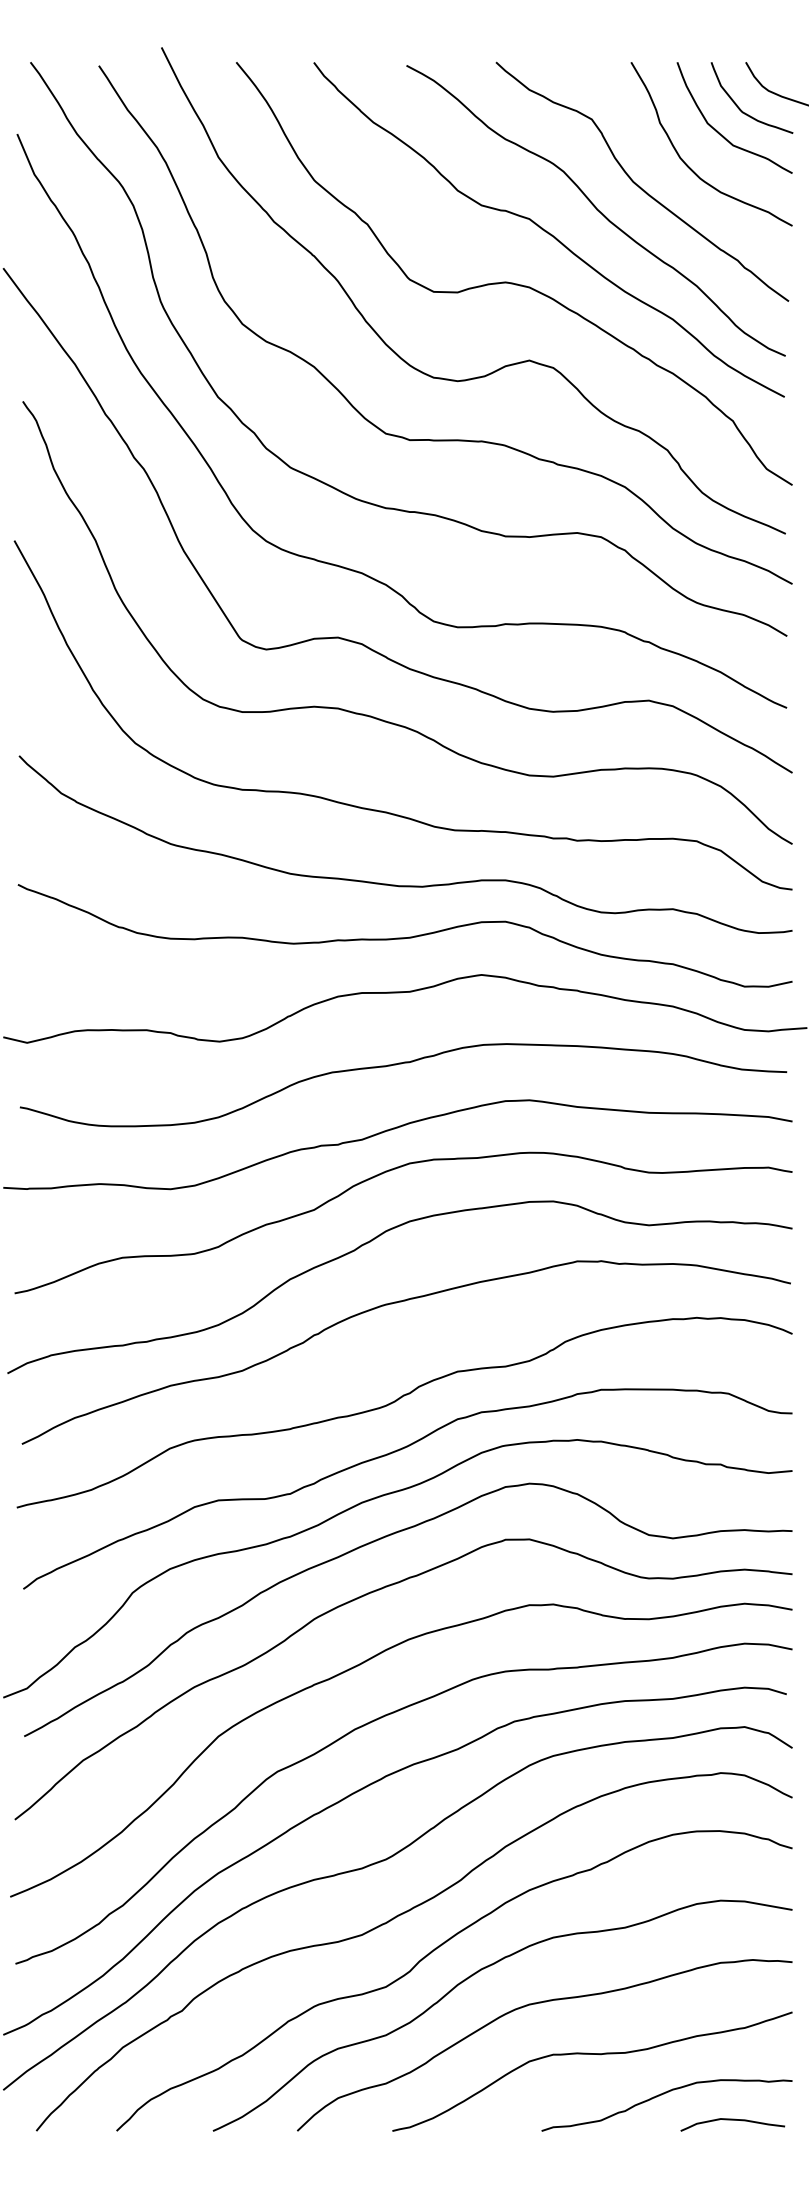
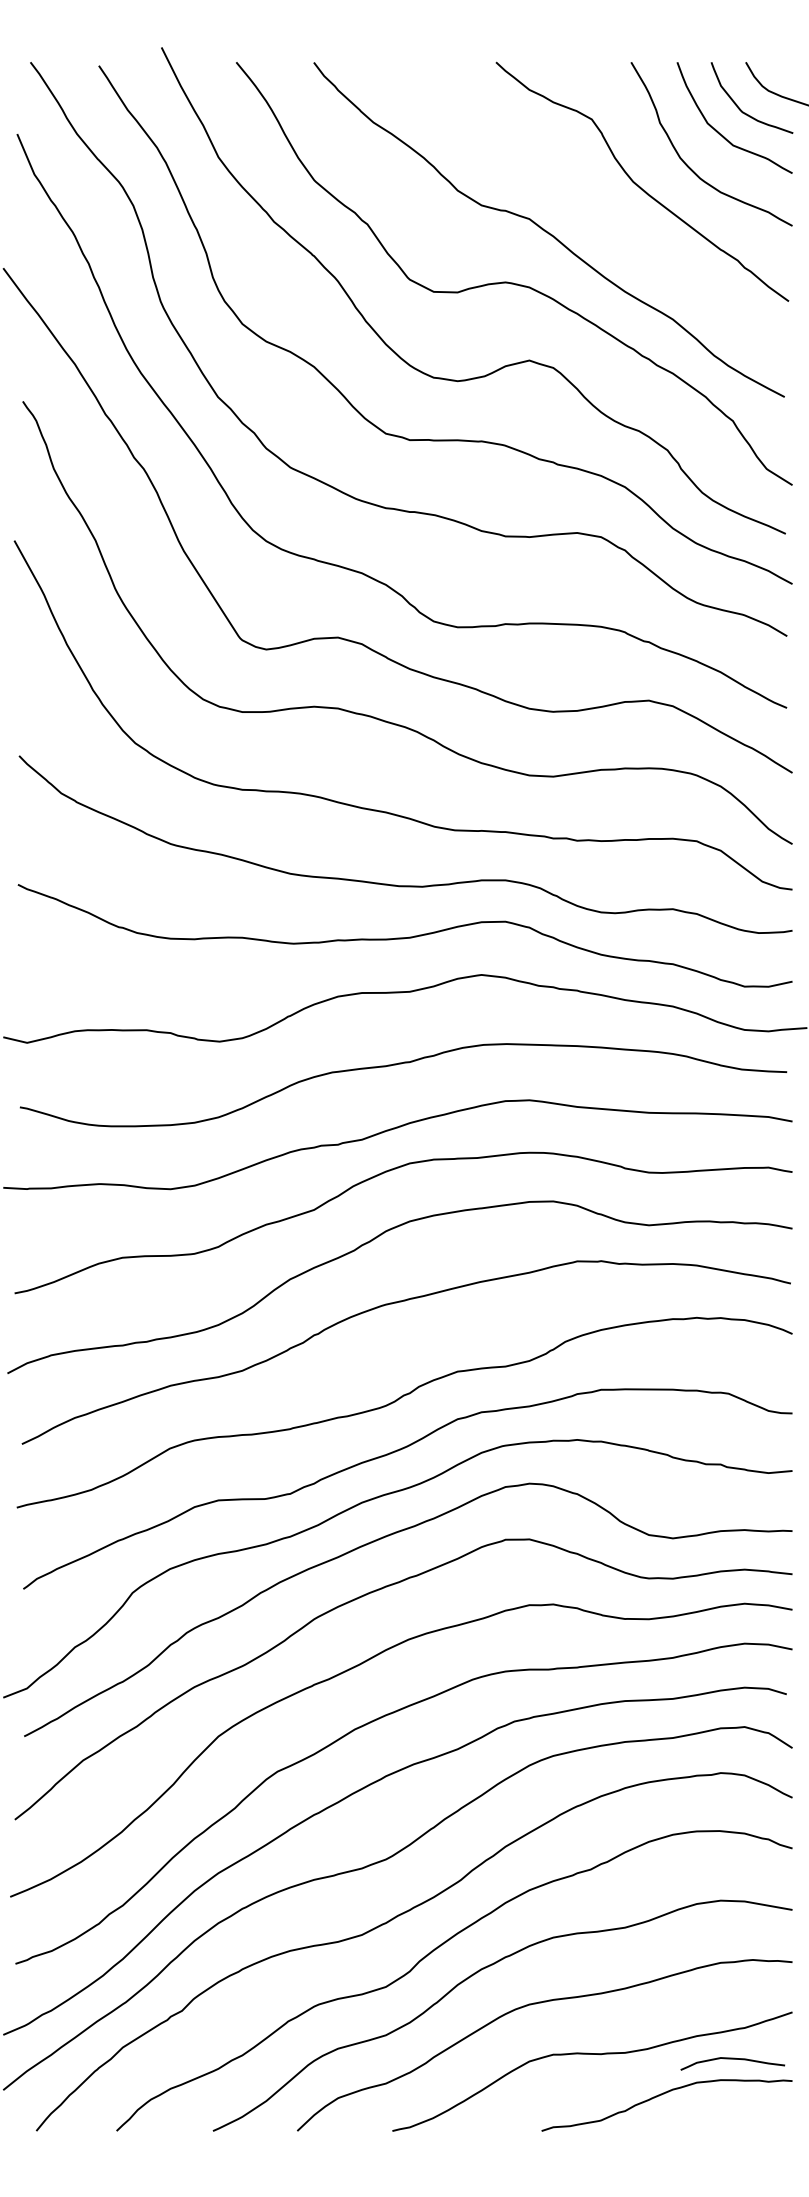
curve at (596, 210): present -> none
curve at (732, 2120) position: (732, 2120) -> (732, 2059)
